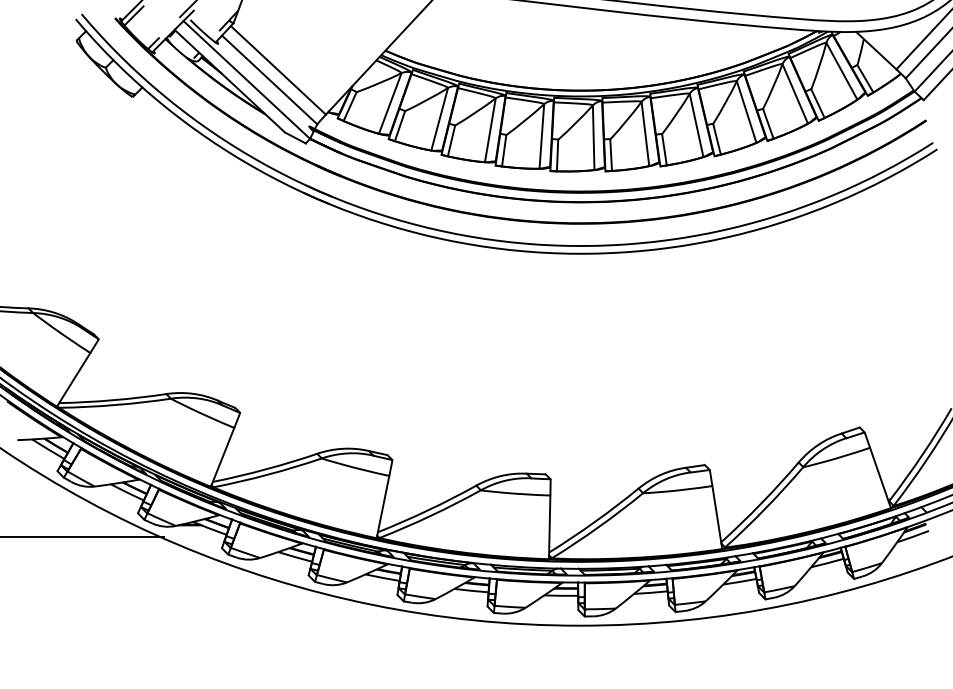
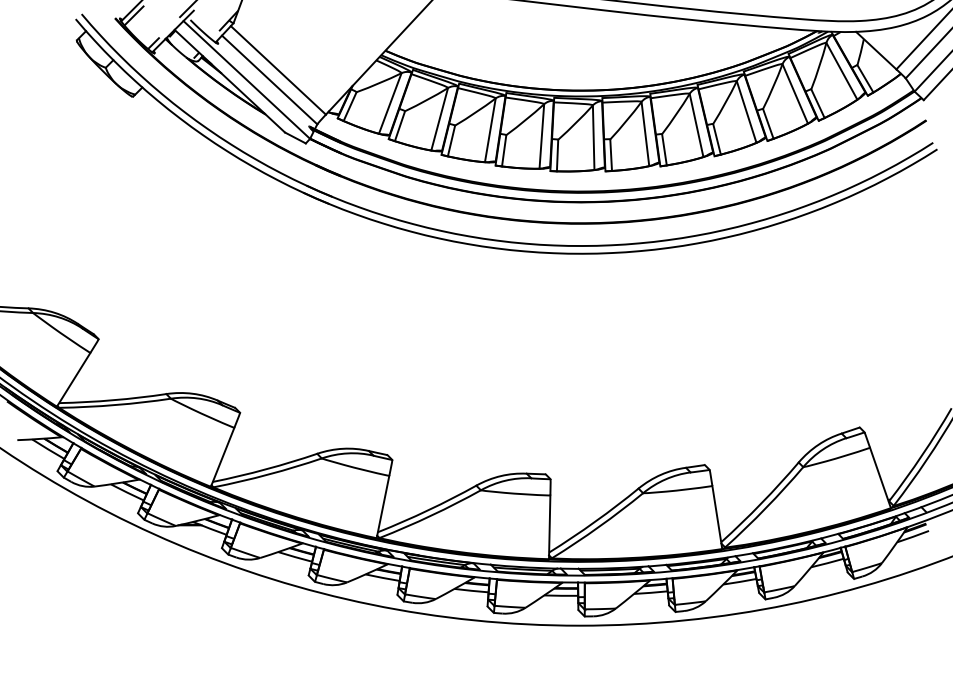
line at (82, 537): present -> none
